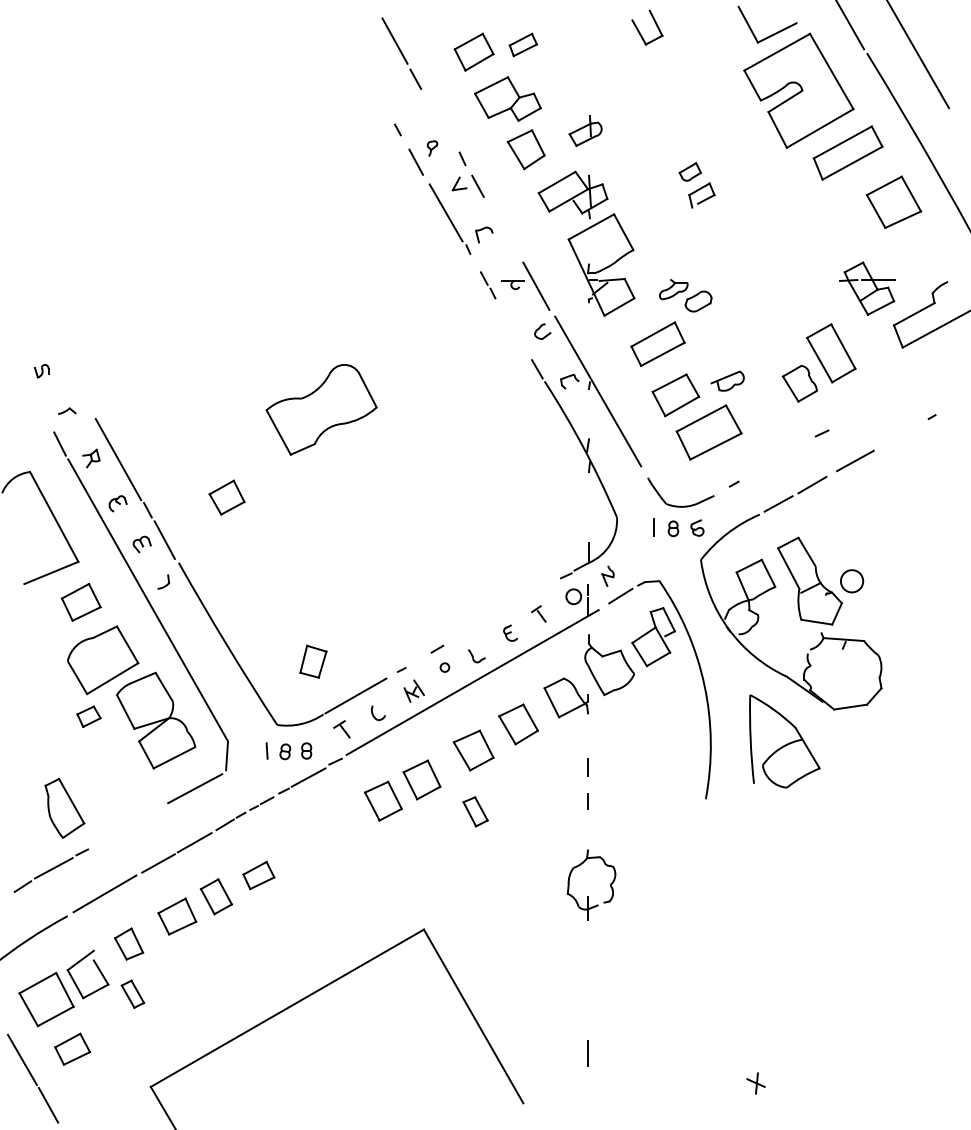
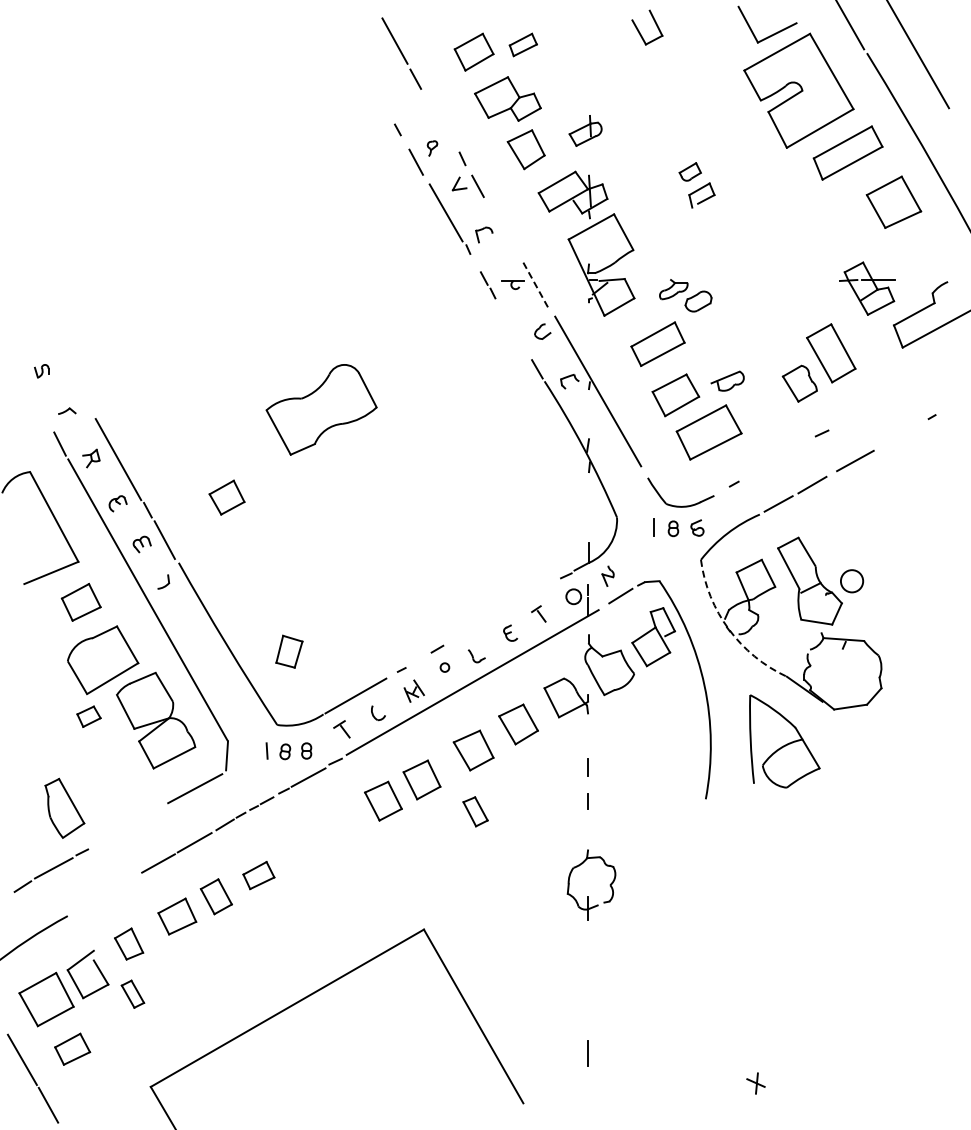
line at (536, 286): solid -> dashed
arc at (728, 629): solid -> dashed
part at (313, 661) position: (313, 661) -> (289, 651)
line at (104, 893): present -> none
